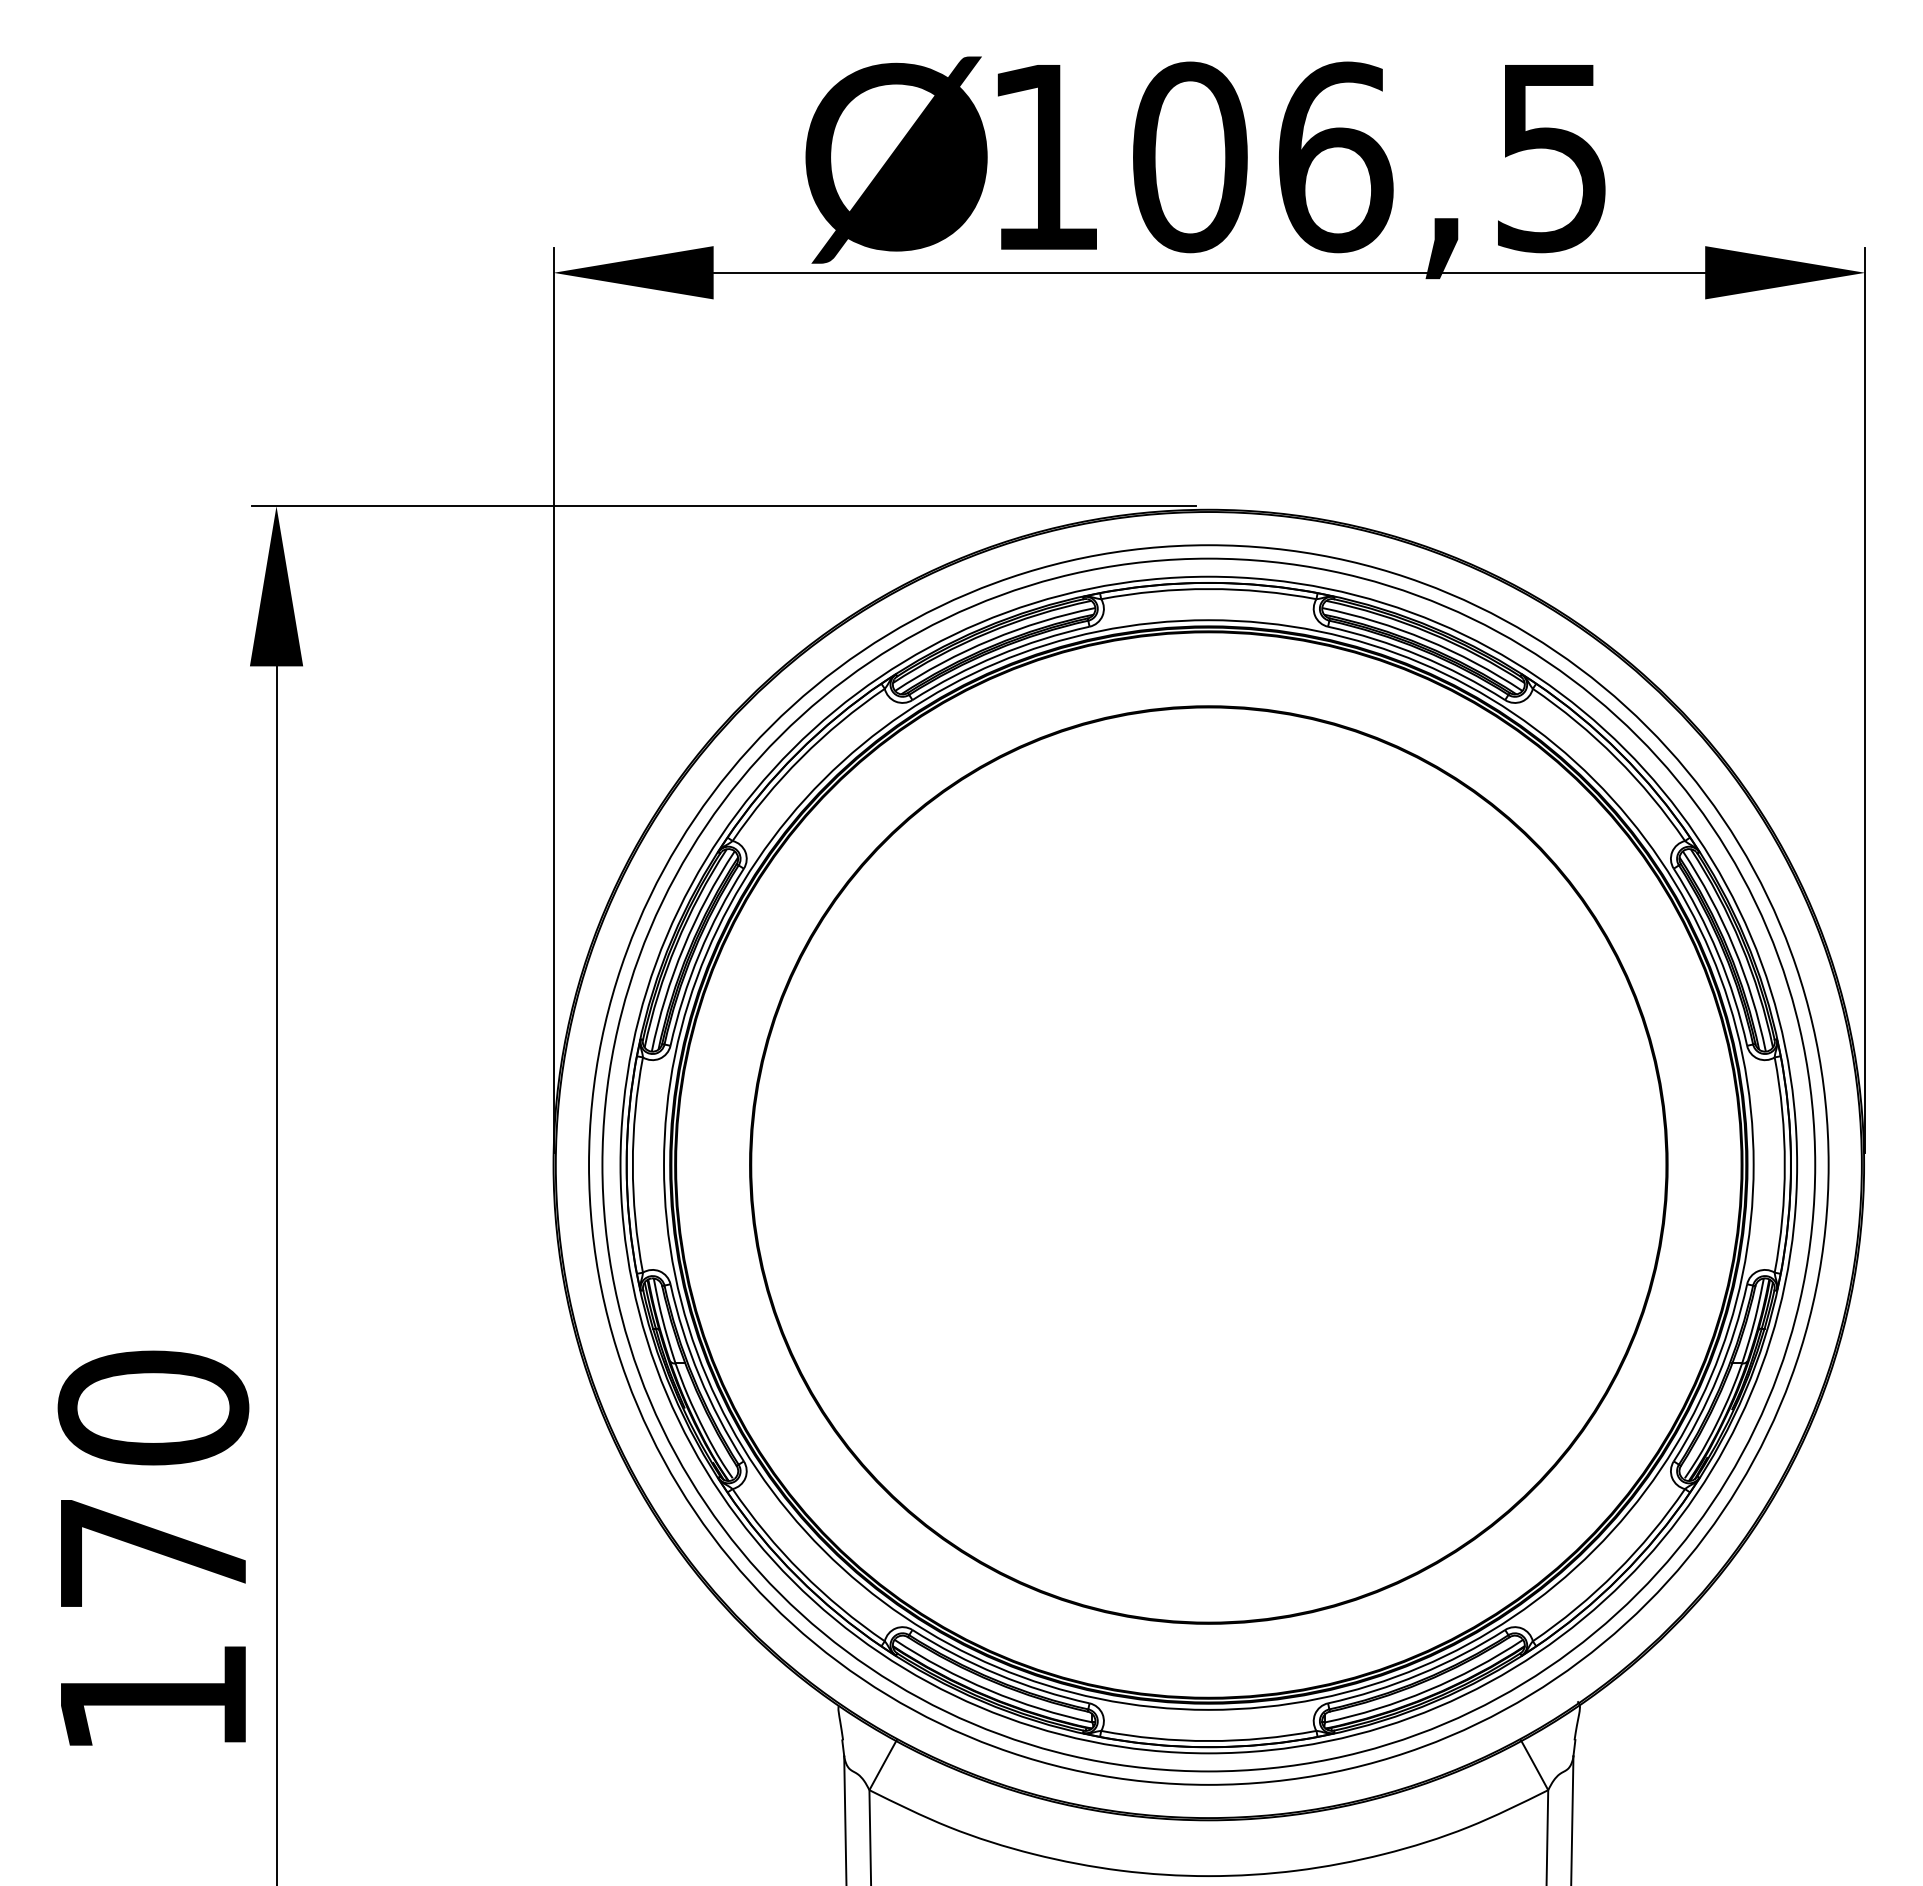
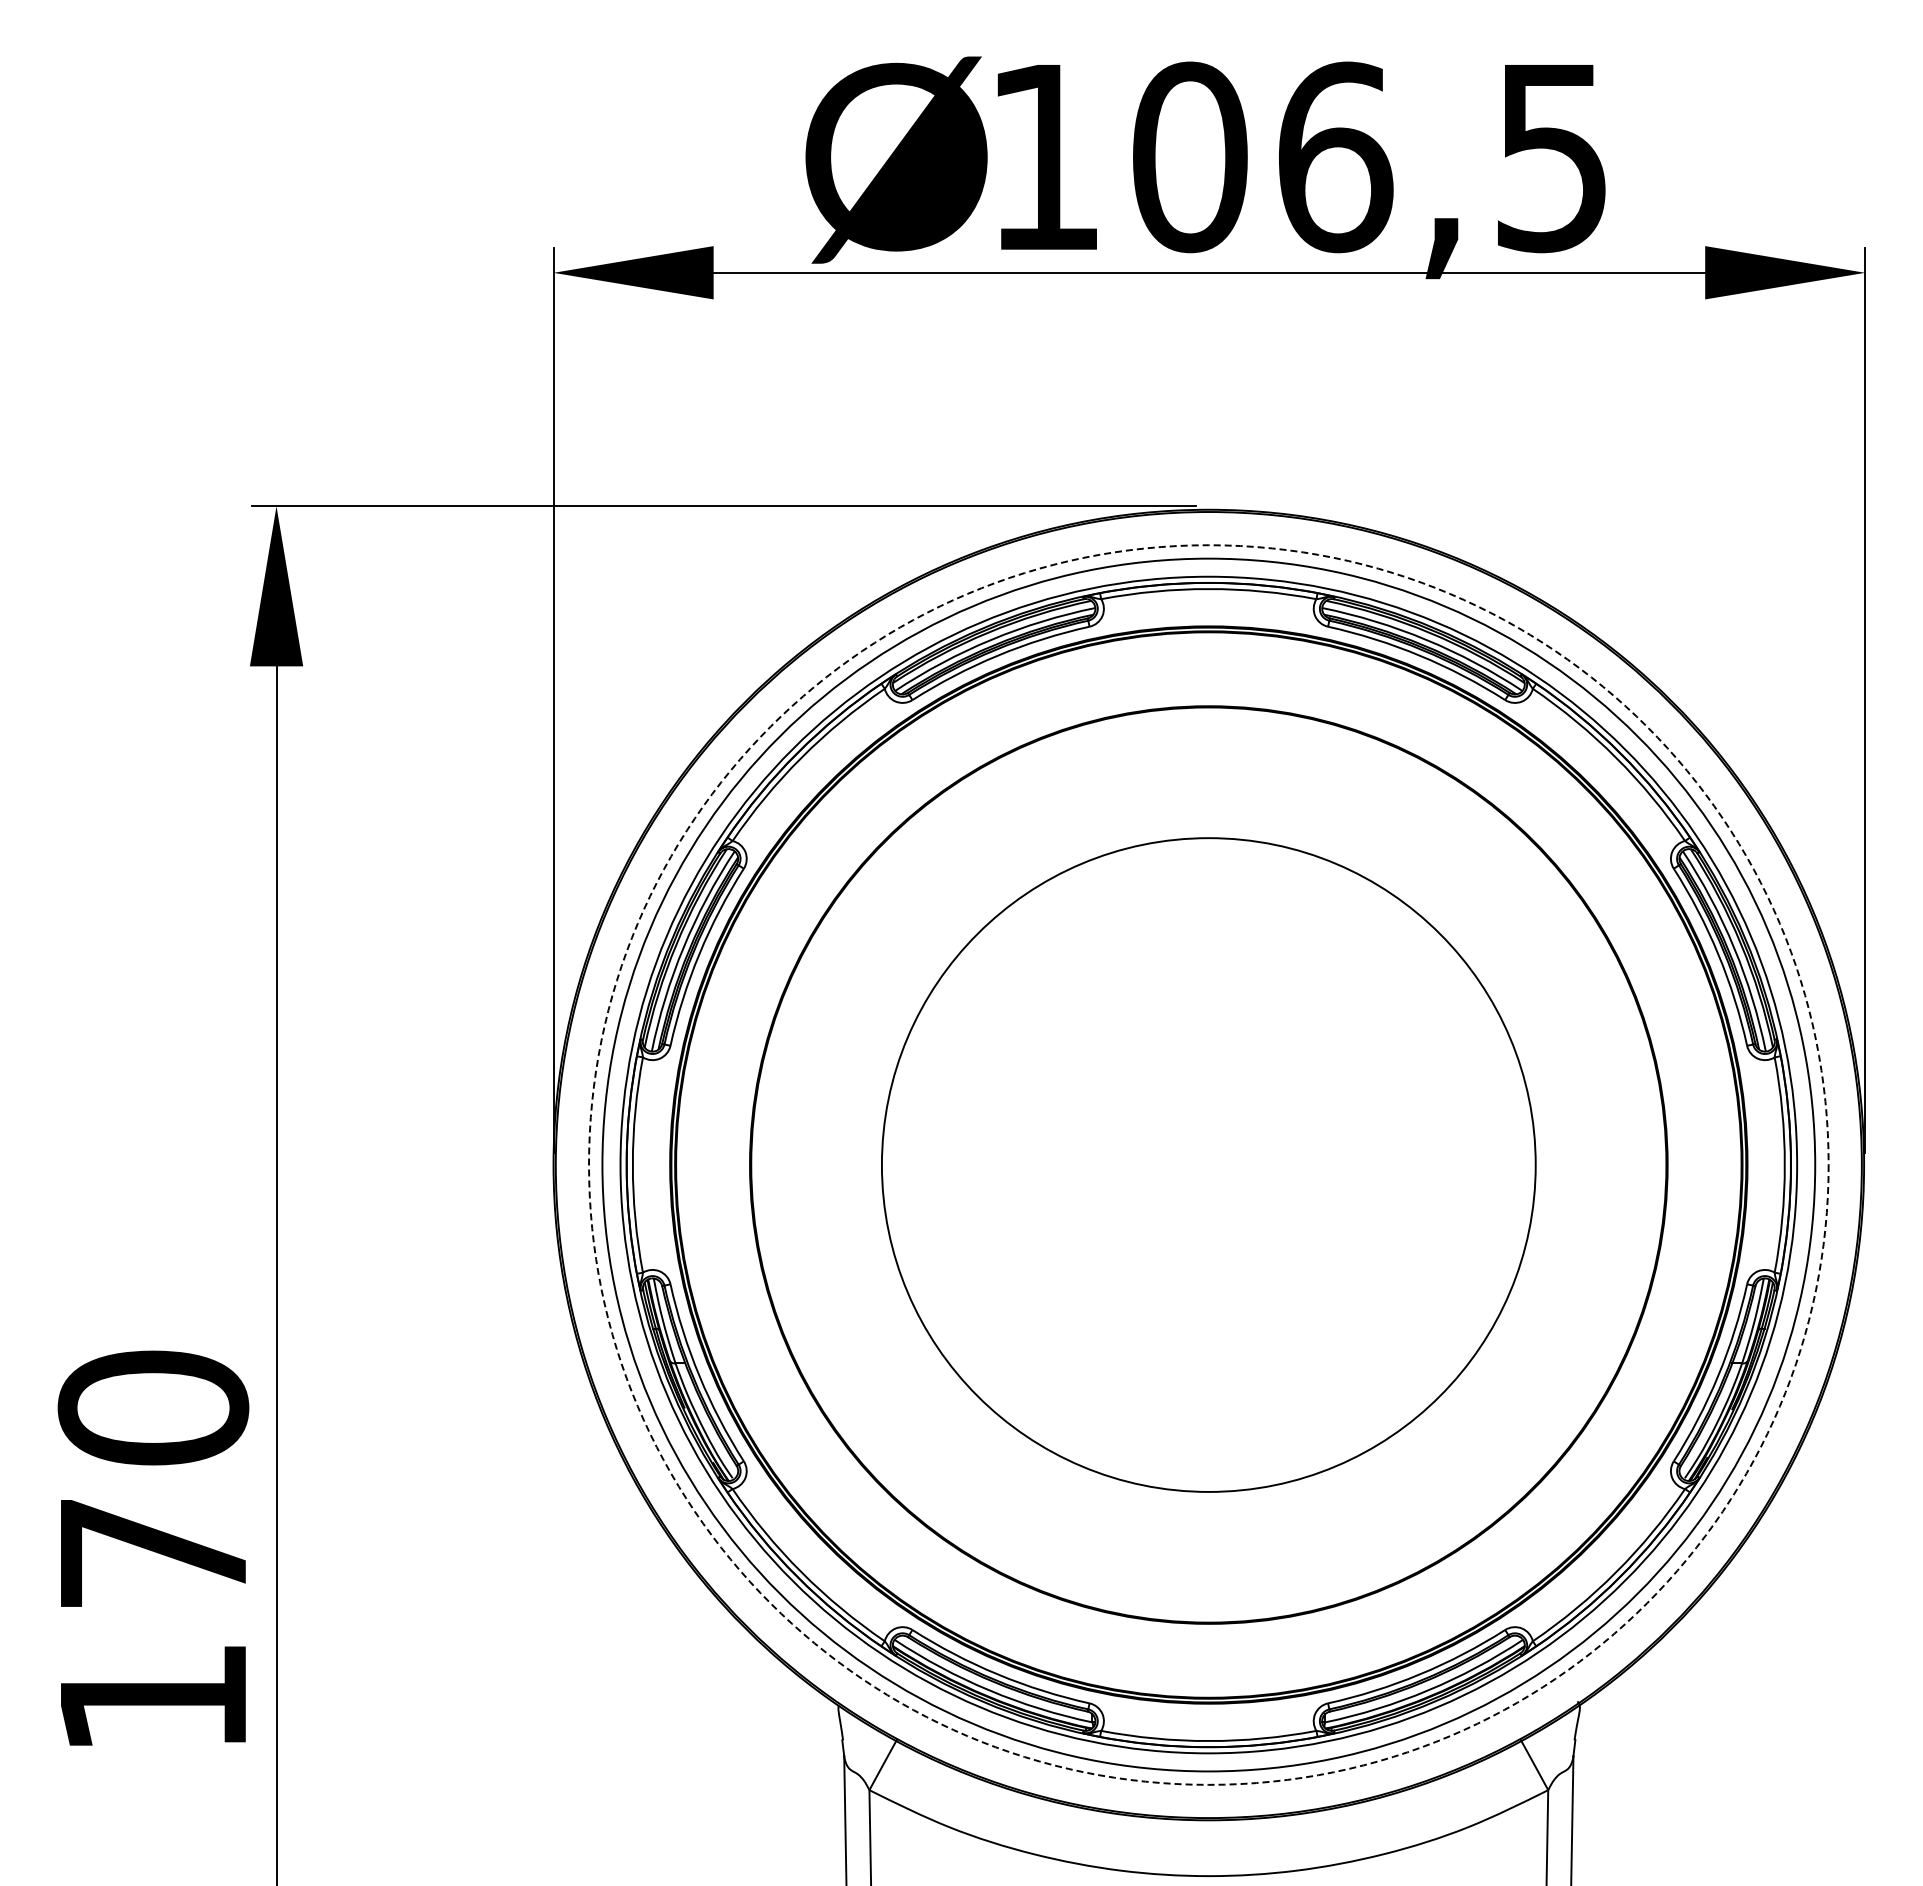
circle at (1208, 1164) diameter: 1090 px -> 654 px
circle at (1208, 1164): solid -> dashed
